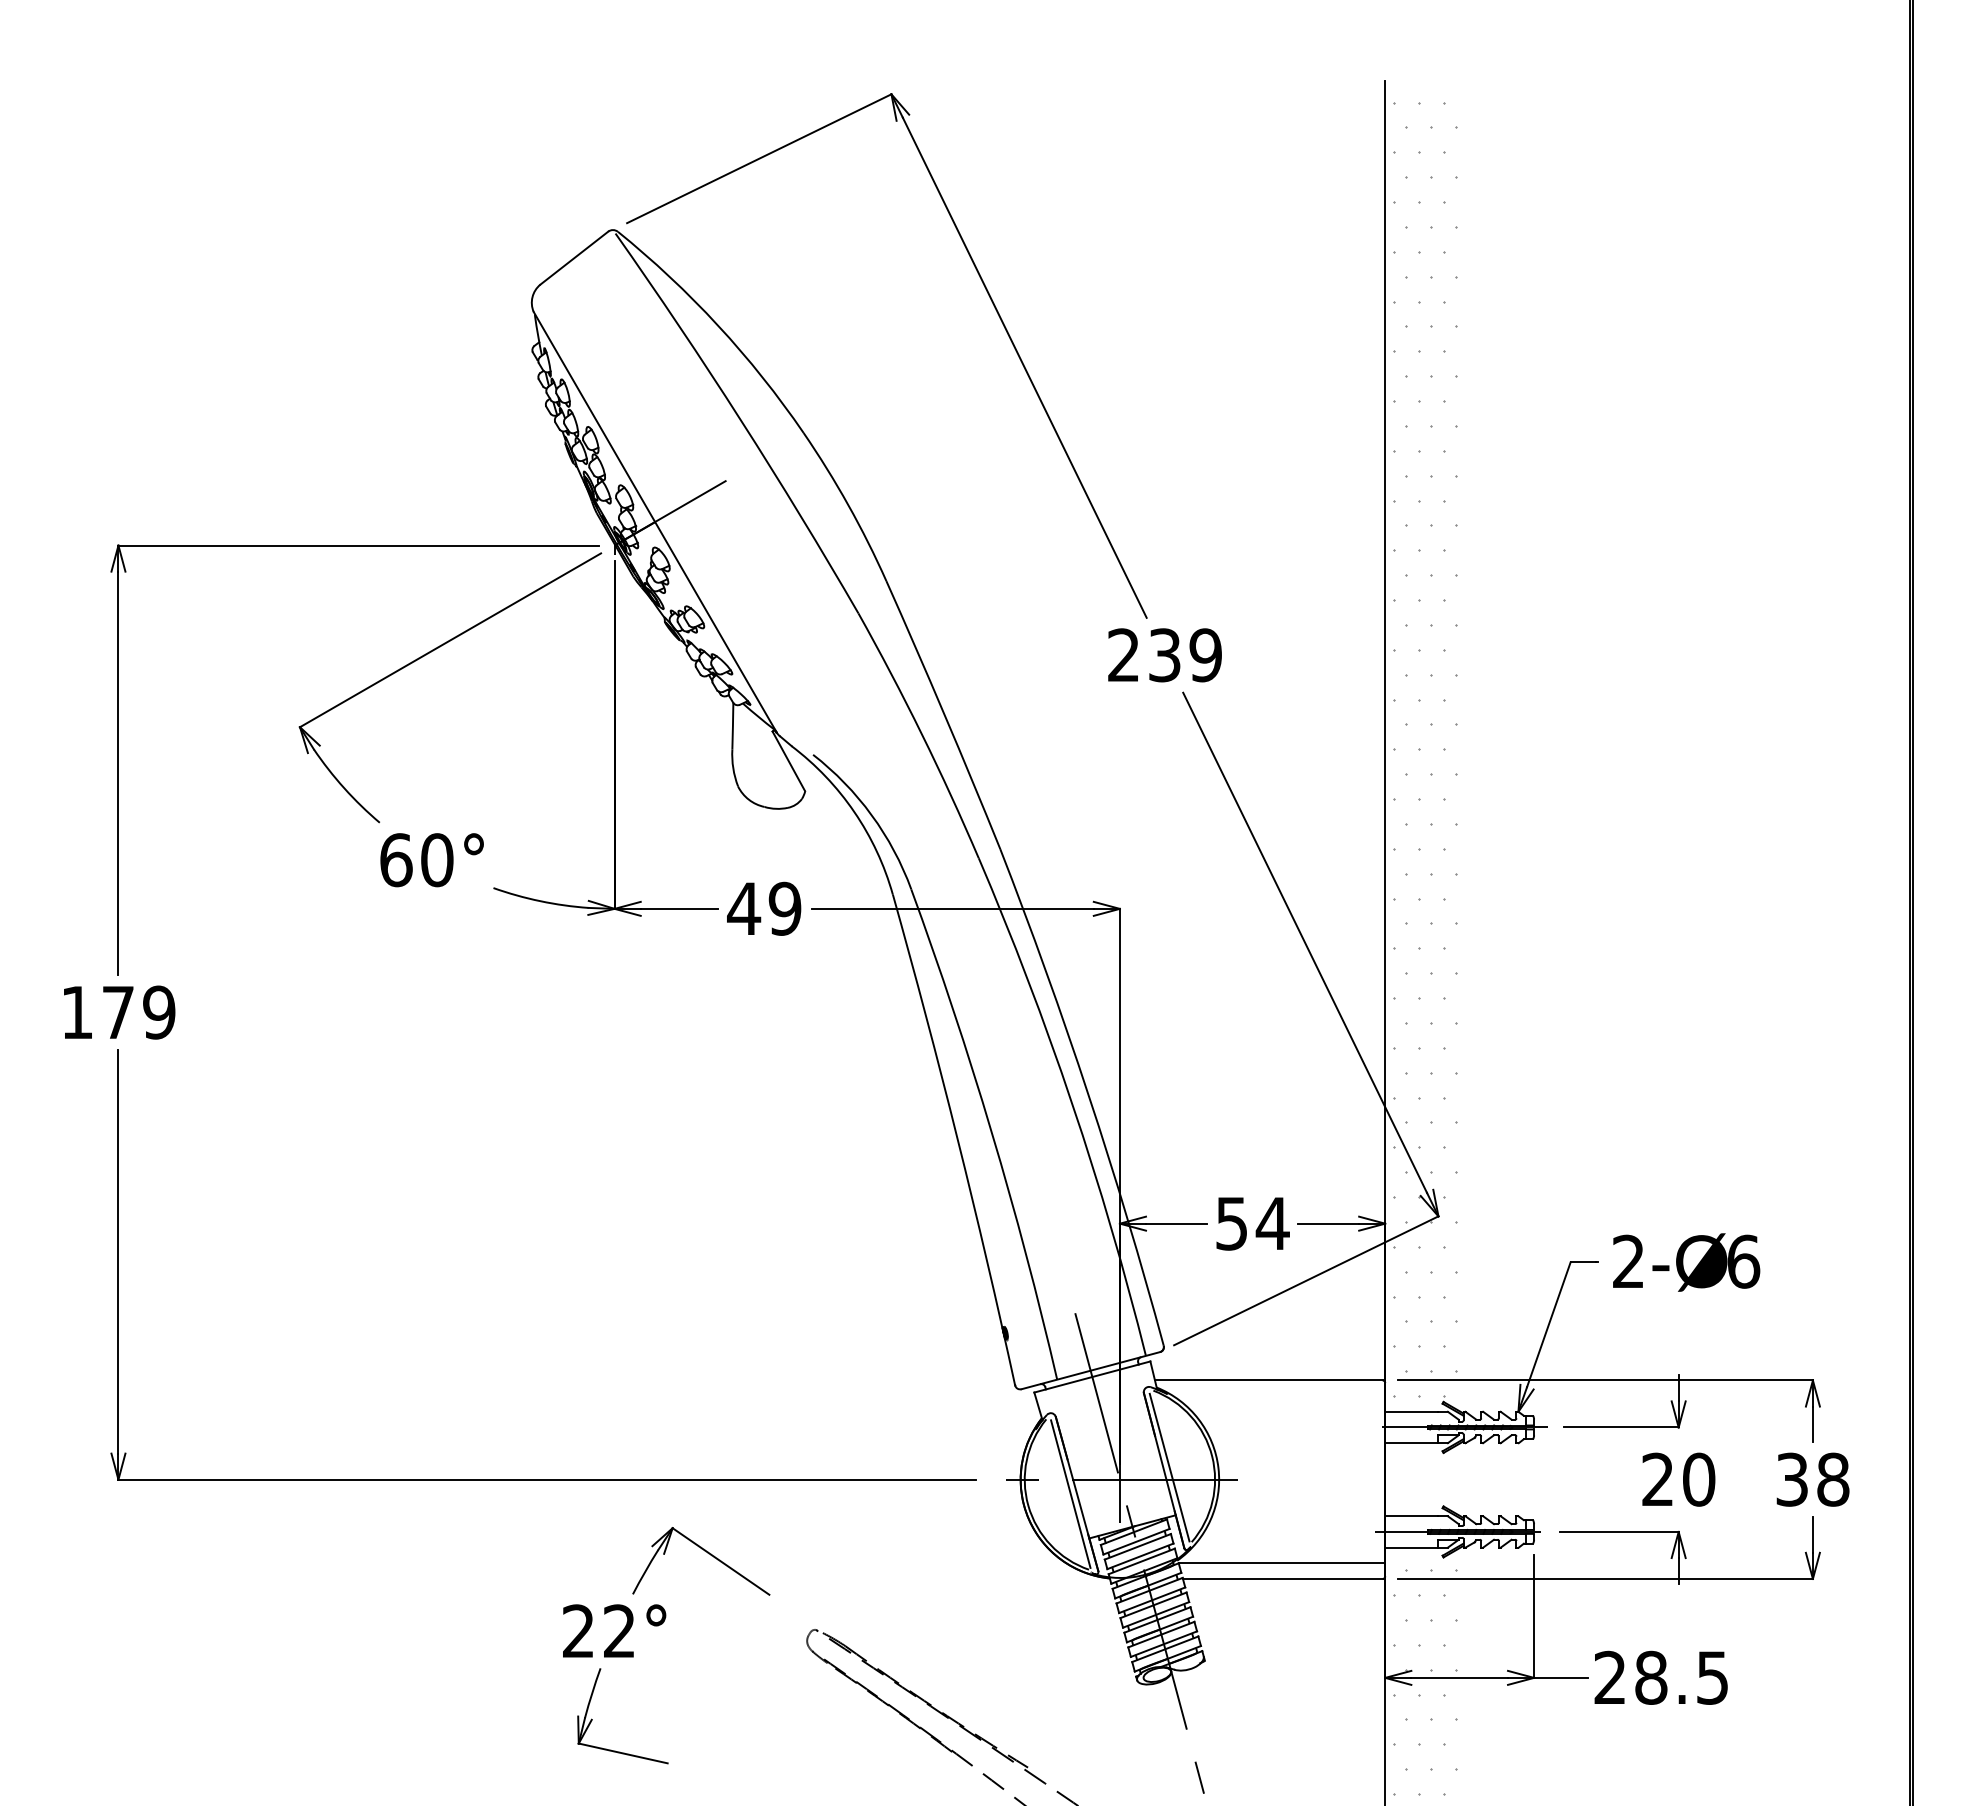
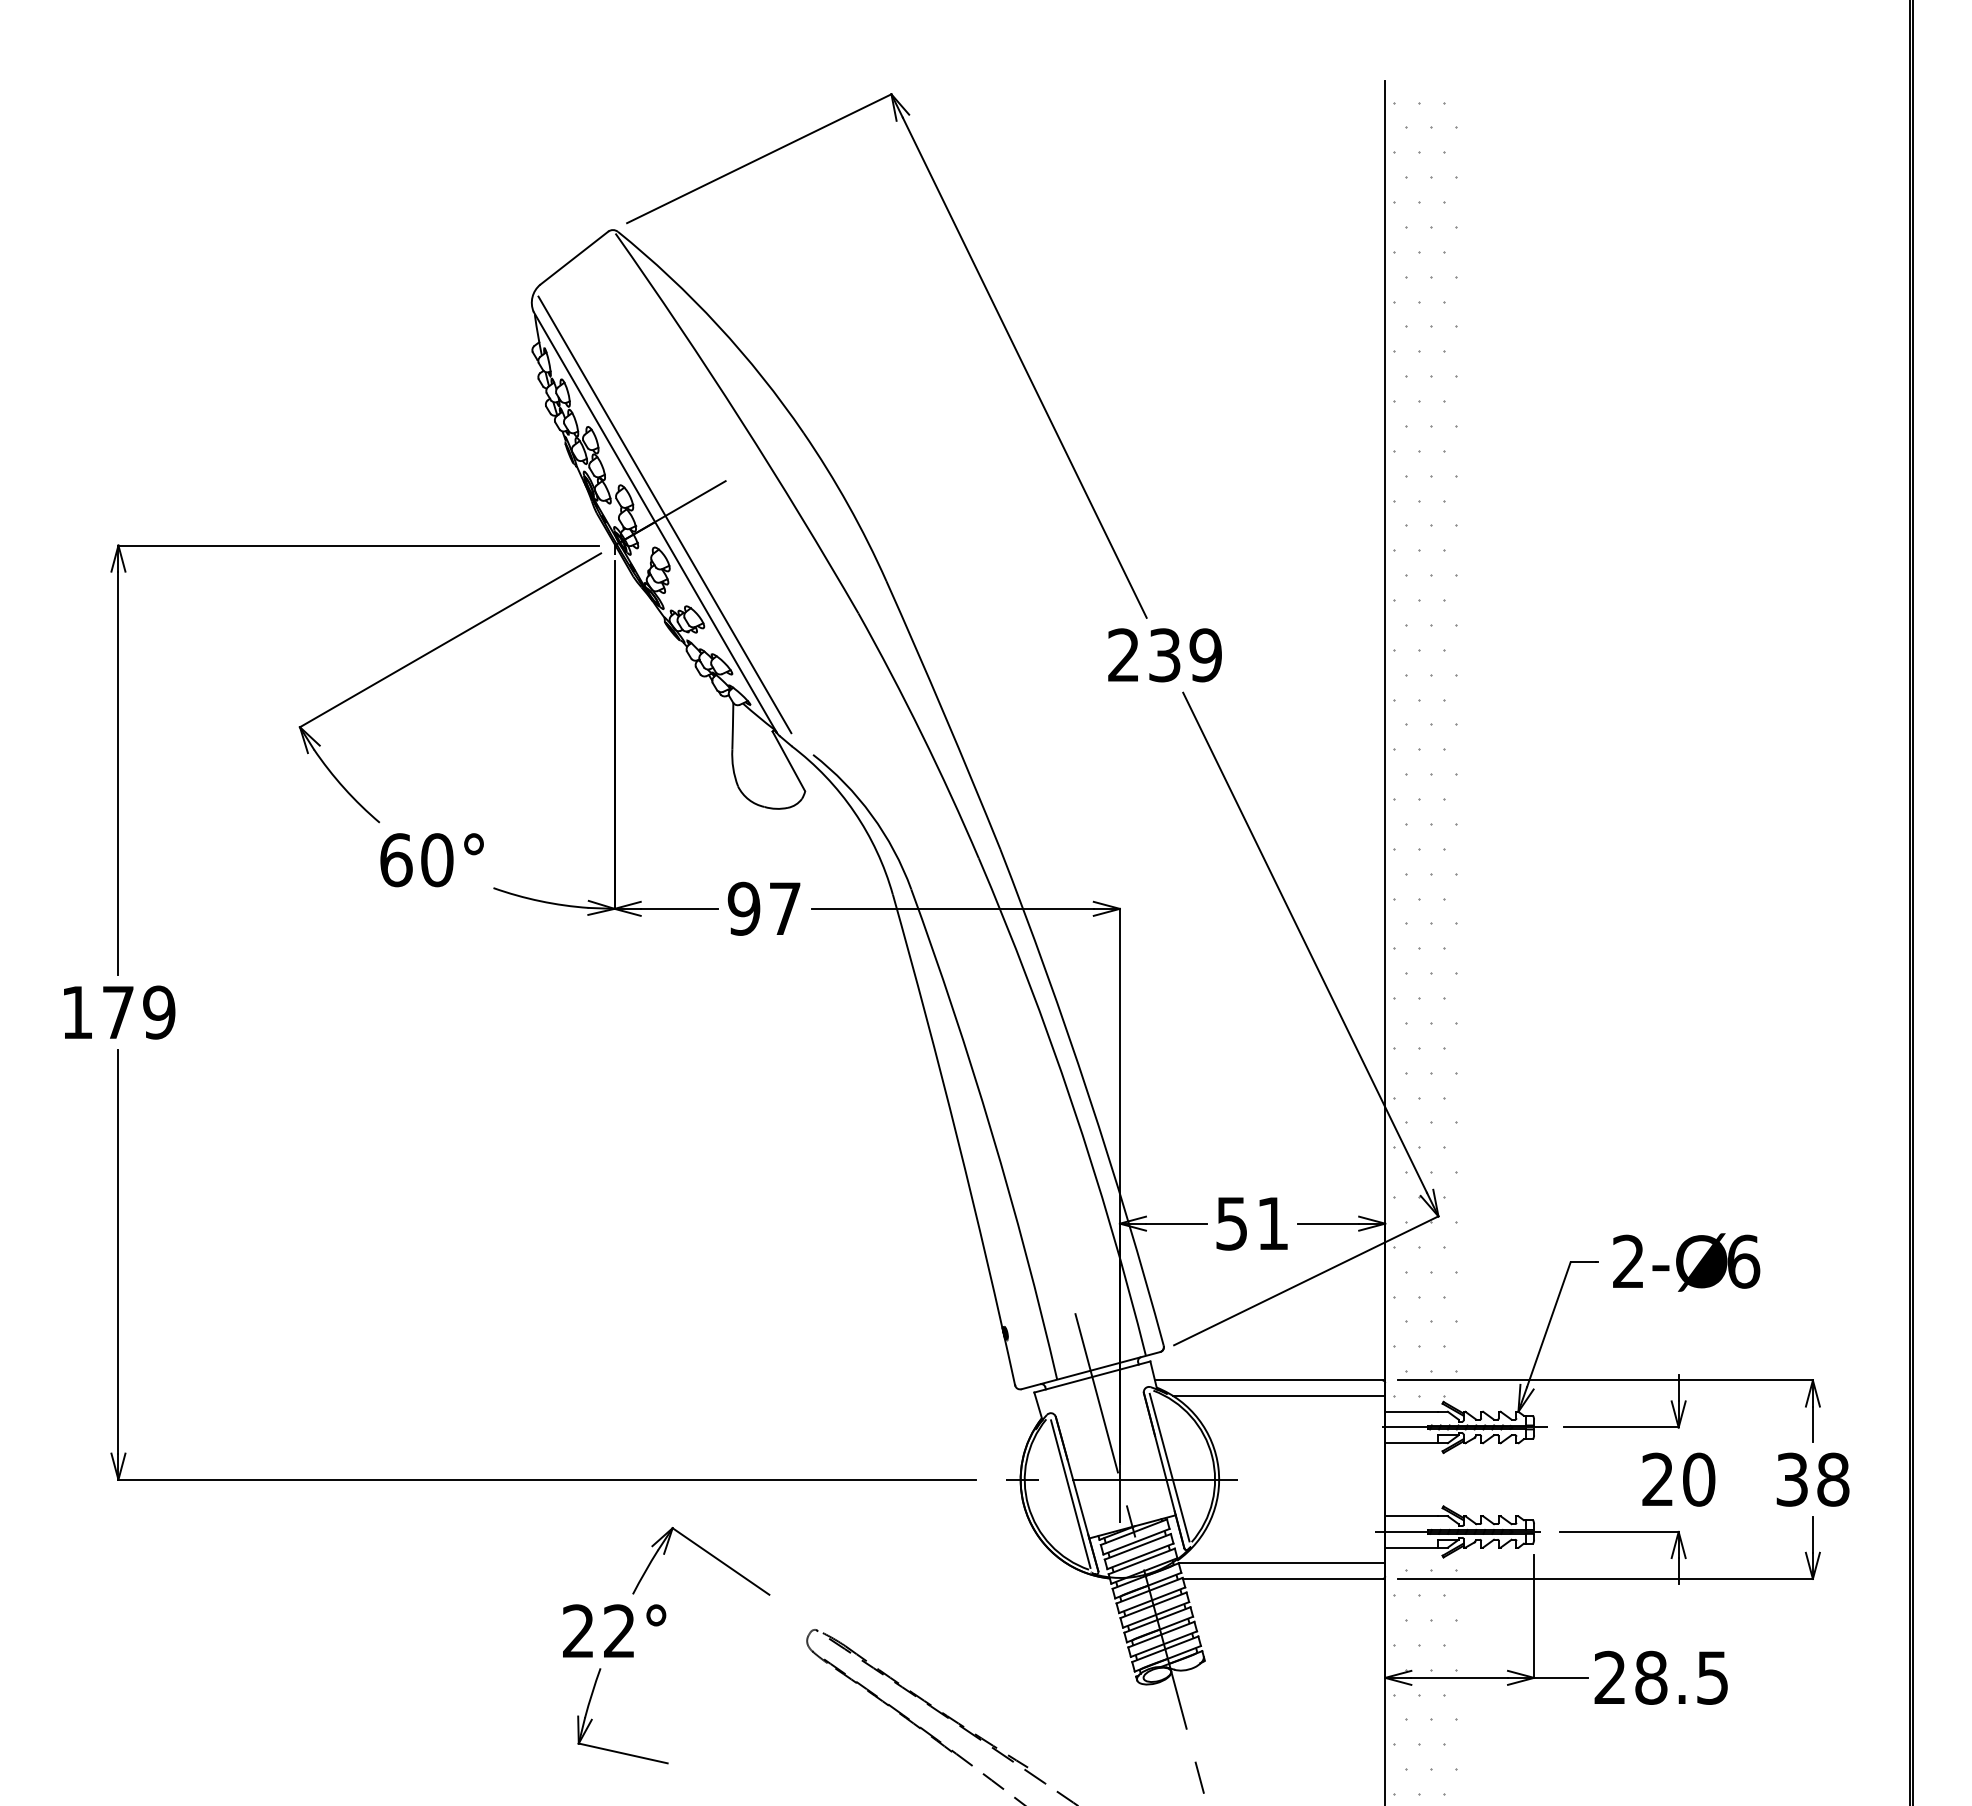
line at (664, 514): none -> present
text at (764, 908): 49 -> 97
text at (1272, 1223): 54 -> 51
line at (1279, 1396): none -> present
